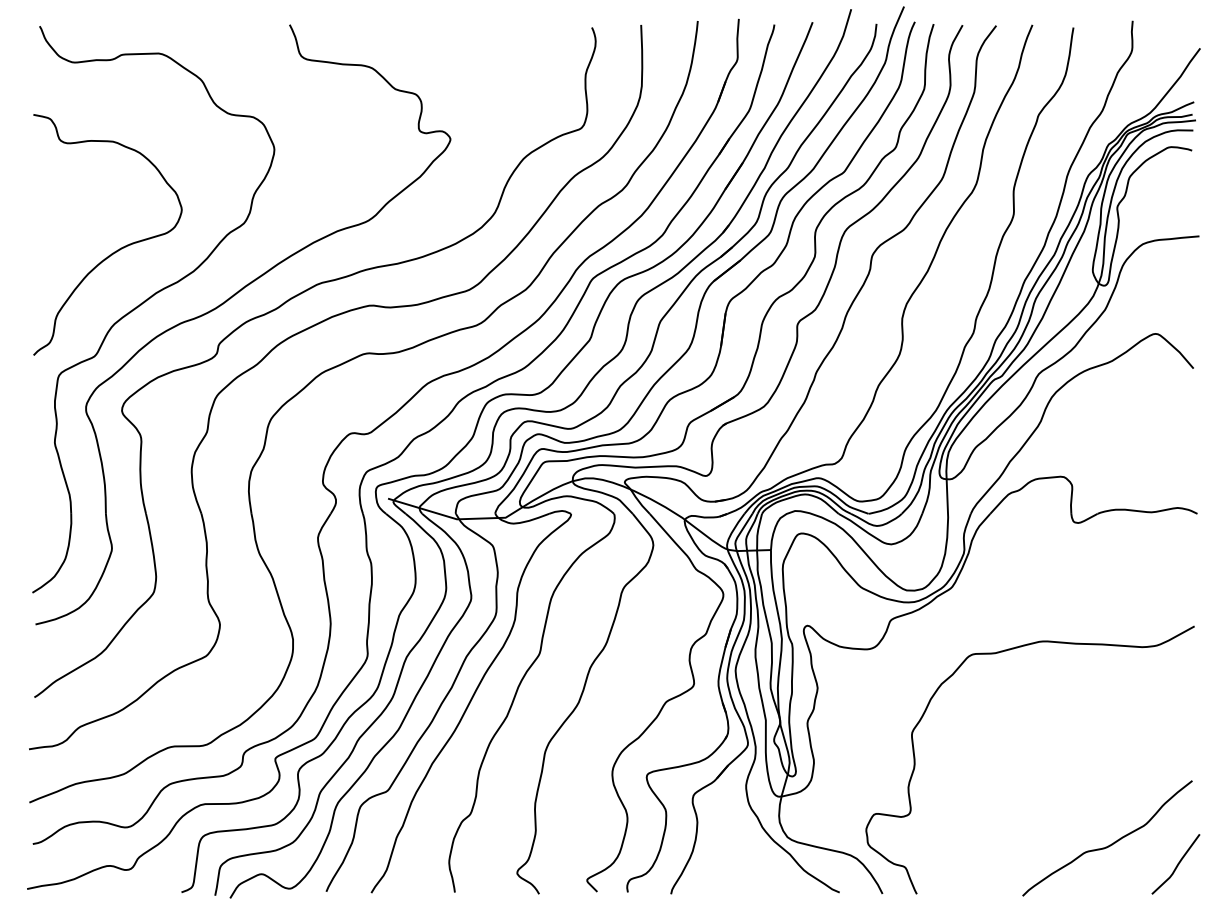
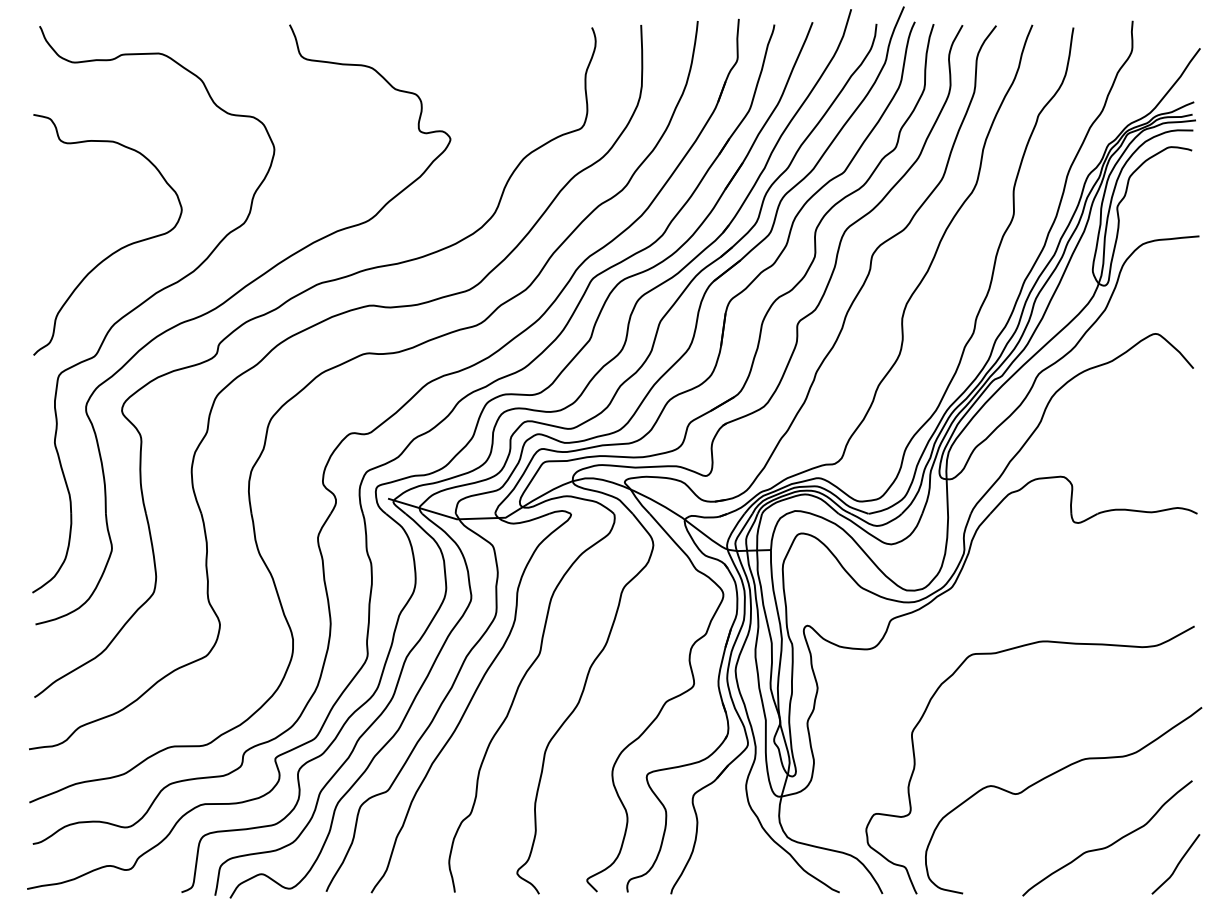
curve at (1050, 776): none -> present
